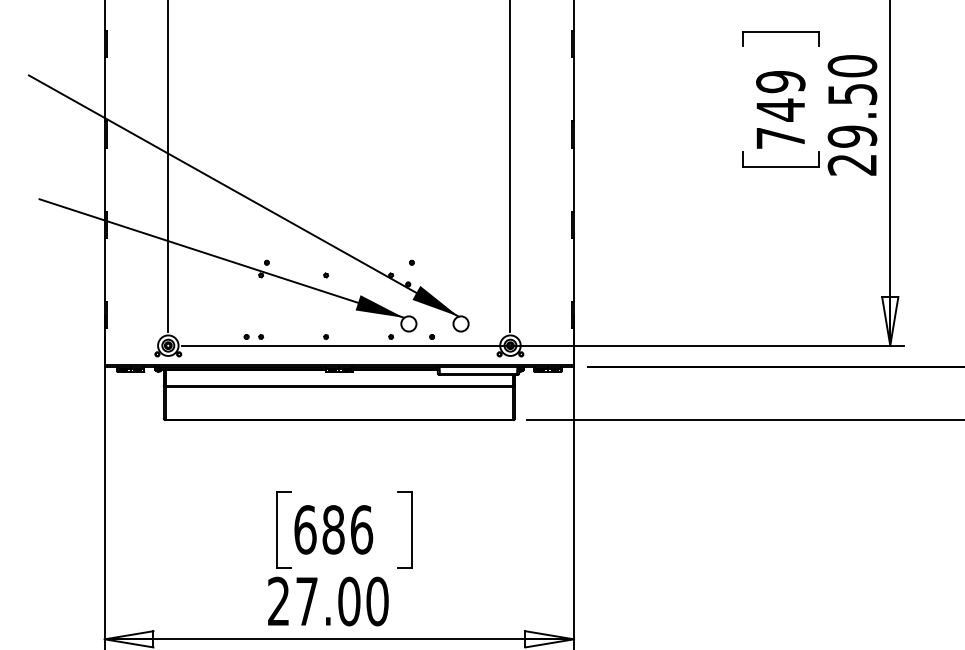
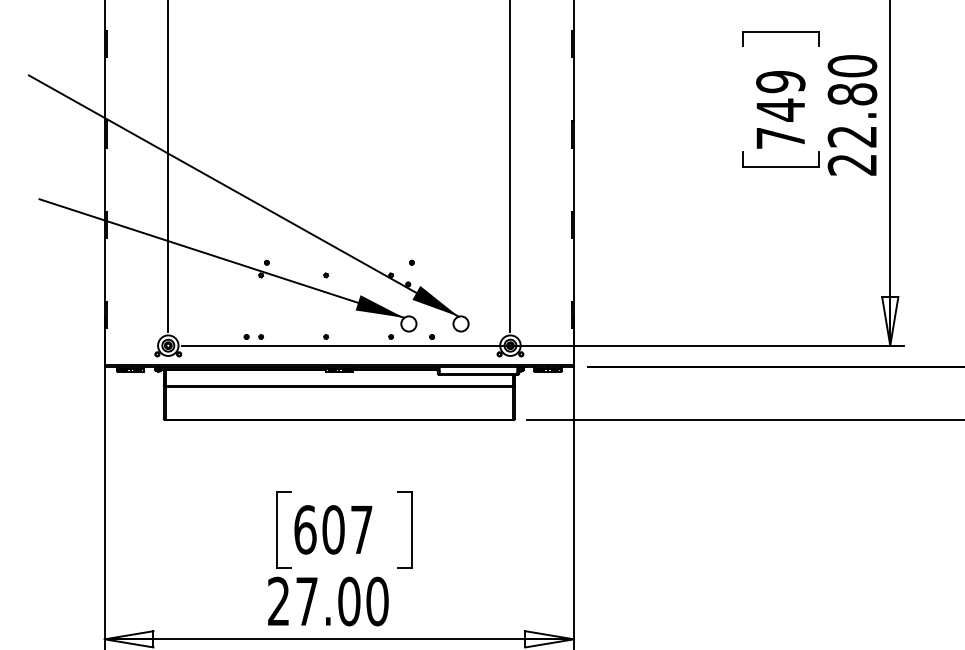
text at (852, 115): 29.50 -> 22.80
text at (347, 529): 686 -> 607
